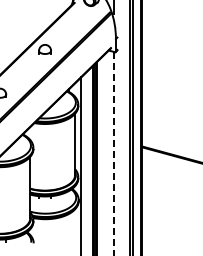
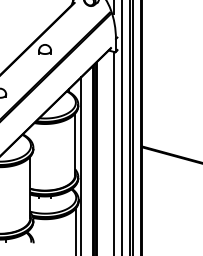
line at (121, 127): none -> present
line at (113, 153): dashed -> solid
line at (75, 230): none -> present
